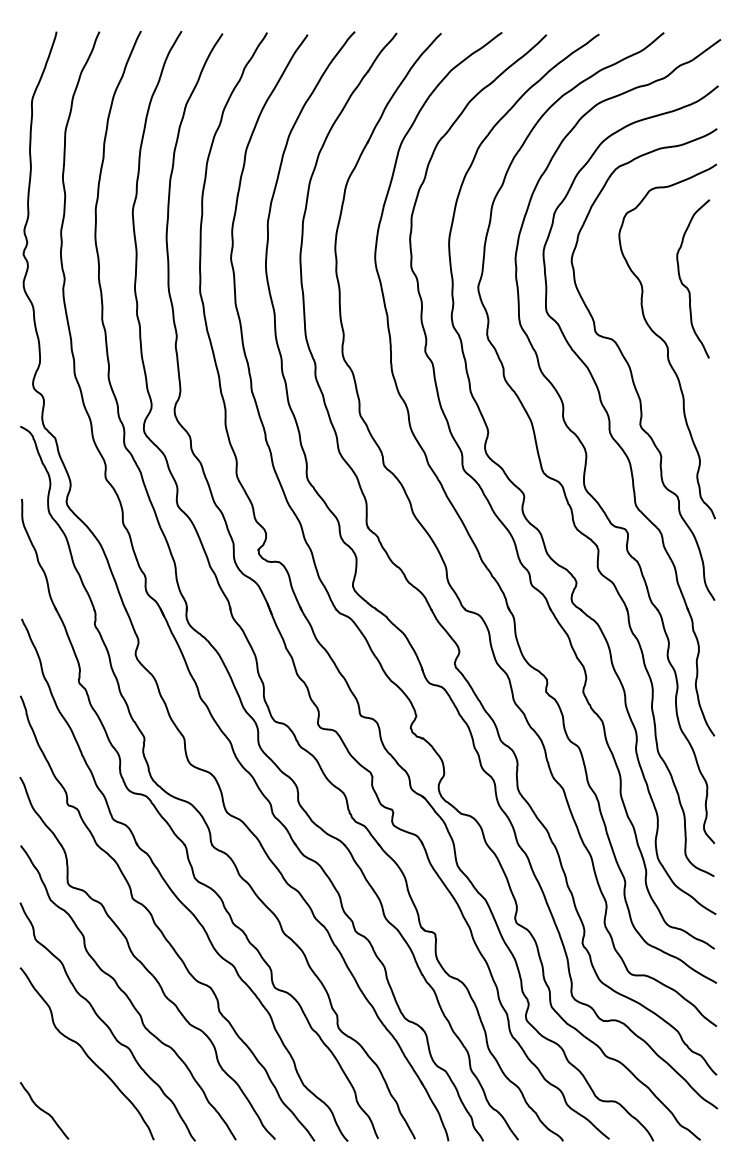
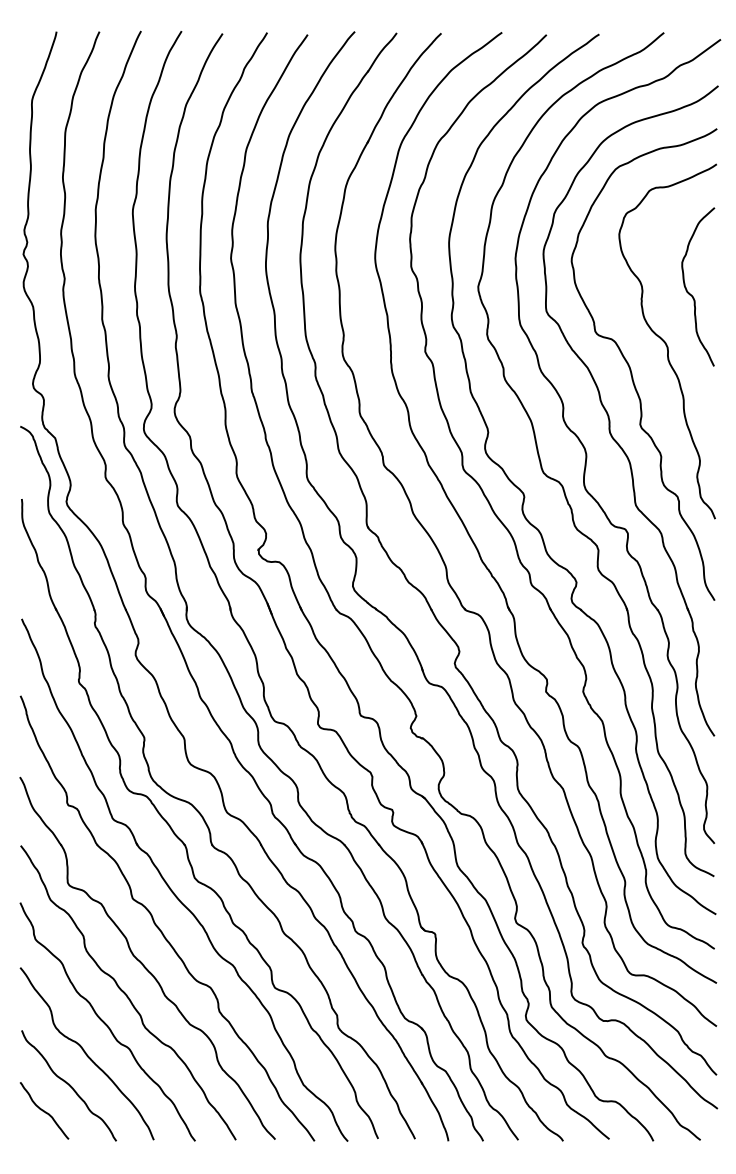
curve at (685, 285) position: (685, 285) -> (690, 293)
curve at (68, 1085): none -> present
